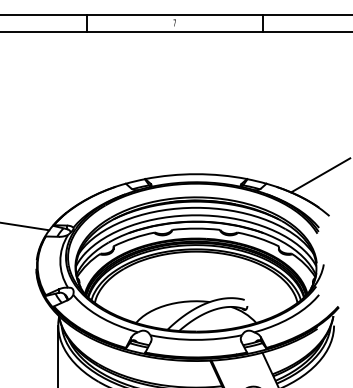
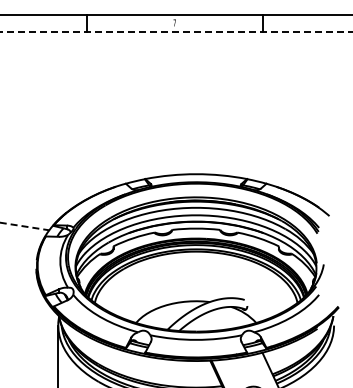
line at (176, 32): solid -> dashed
line at (320, 175): present -> none
line at (24, 226): solid -> dashed
